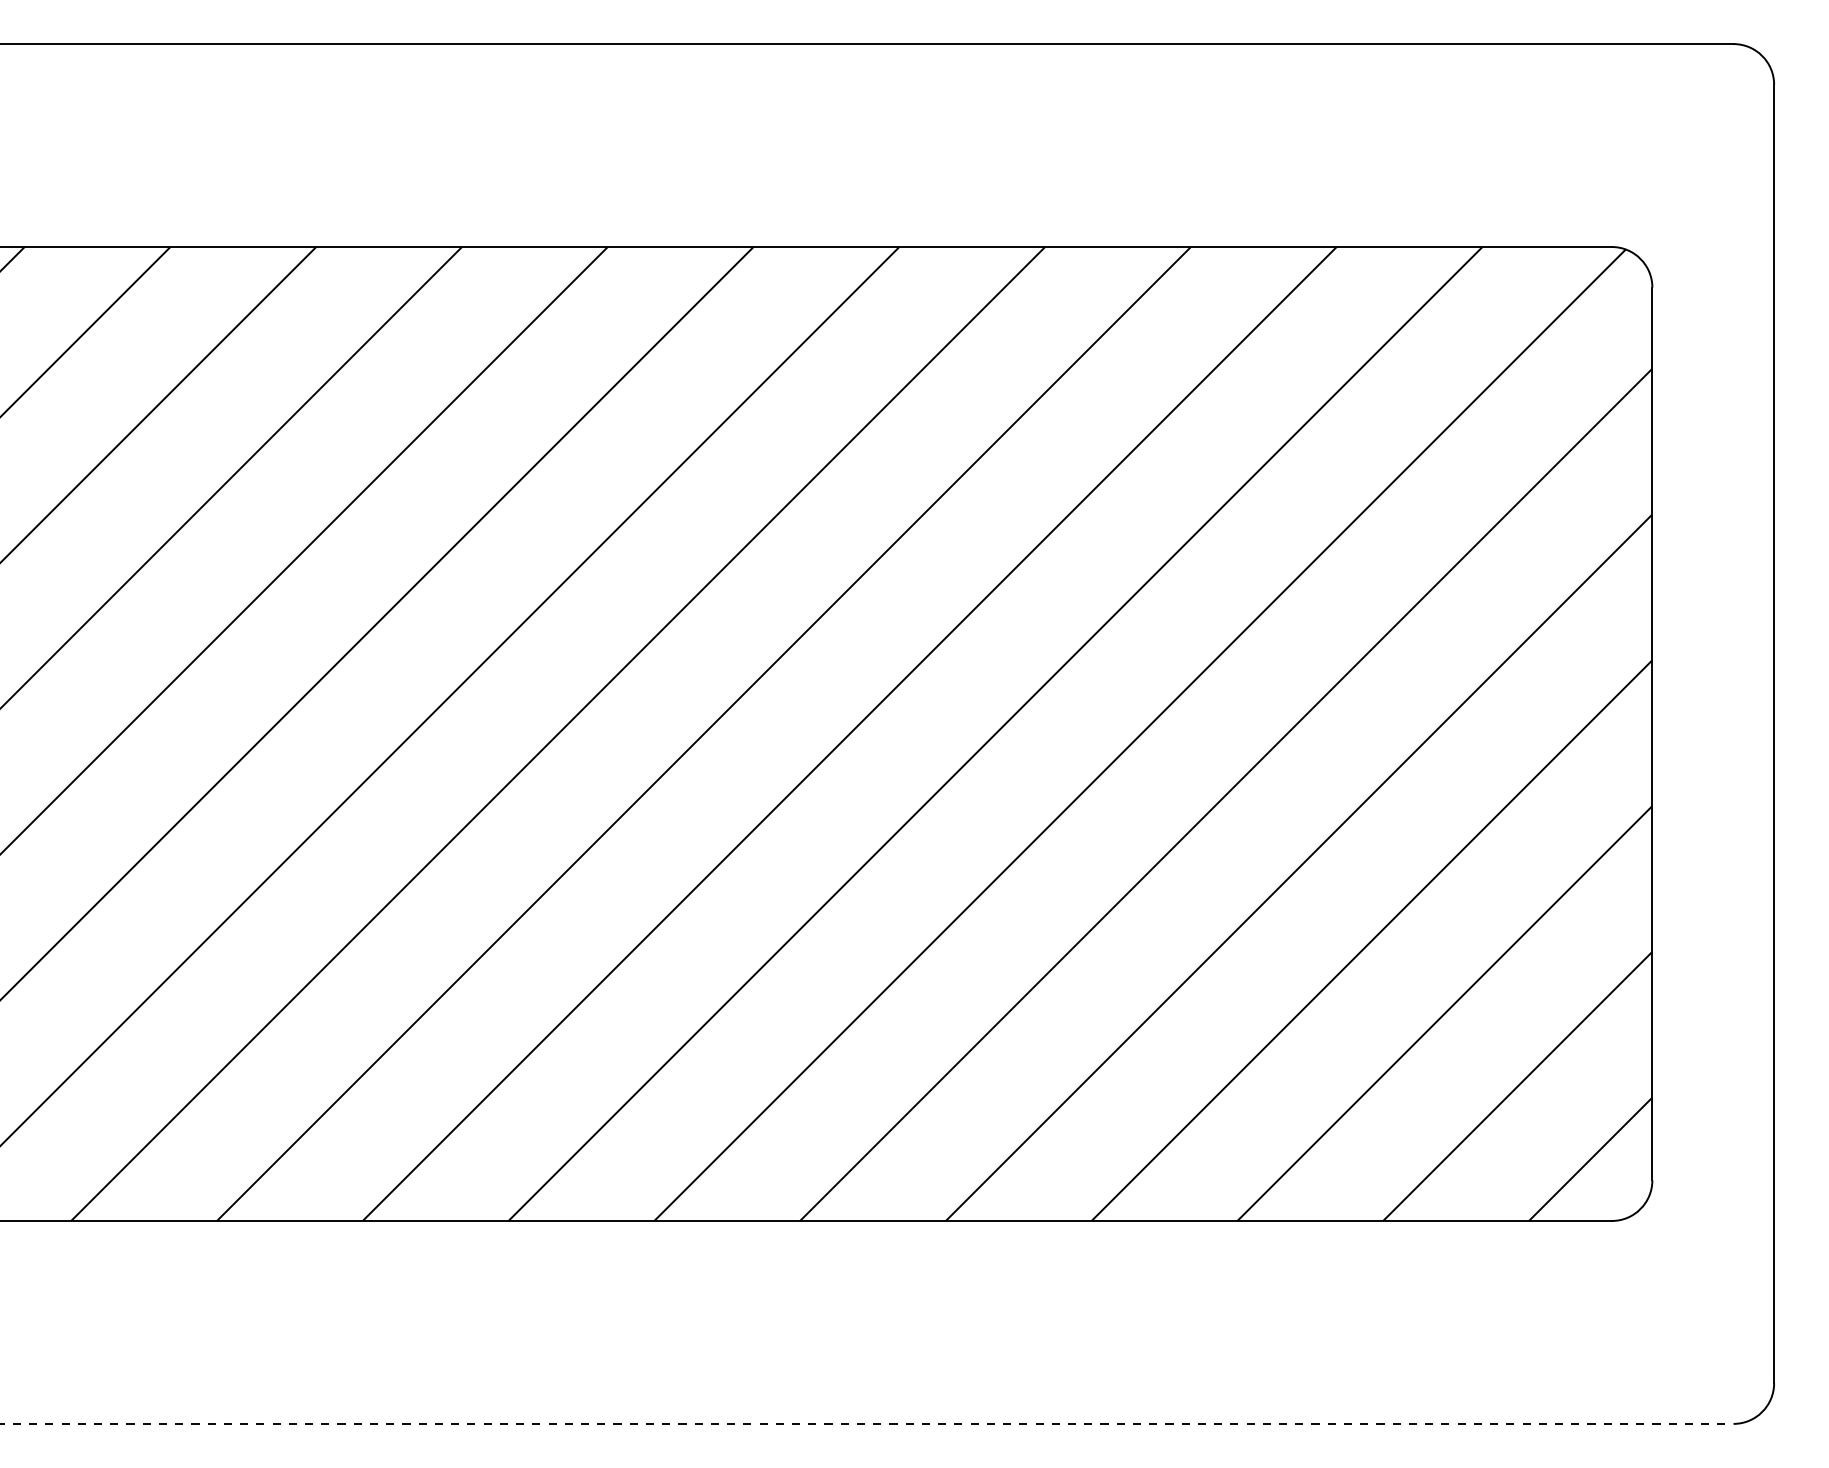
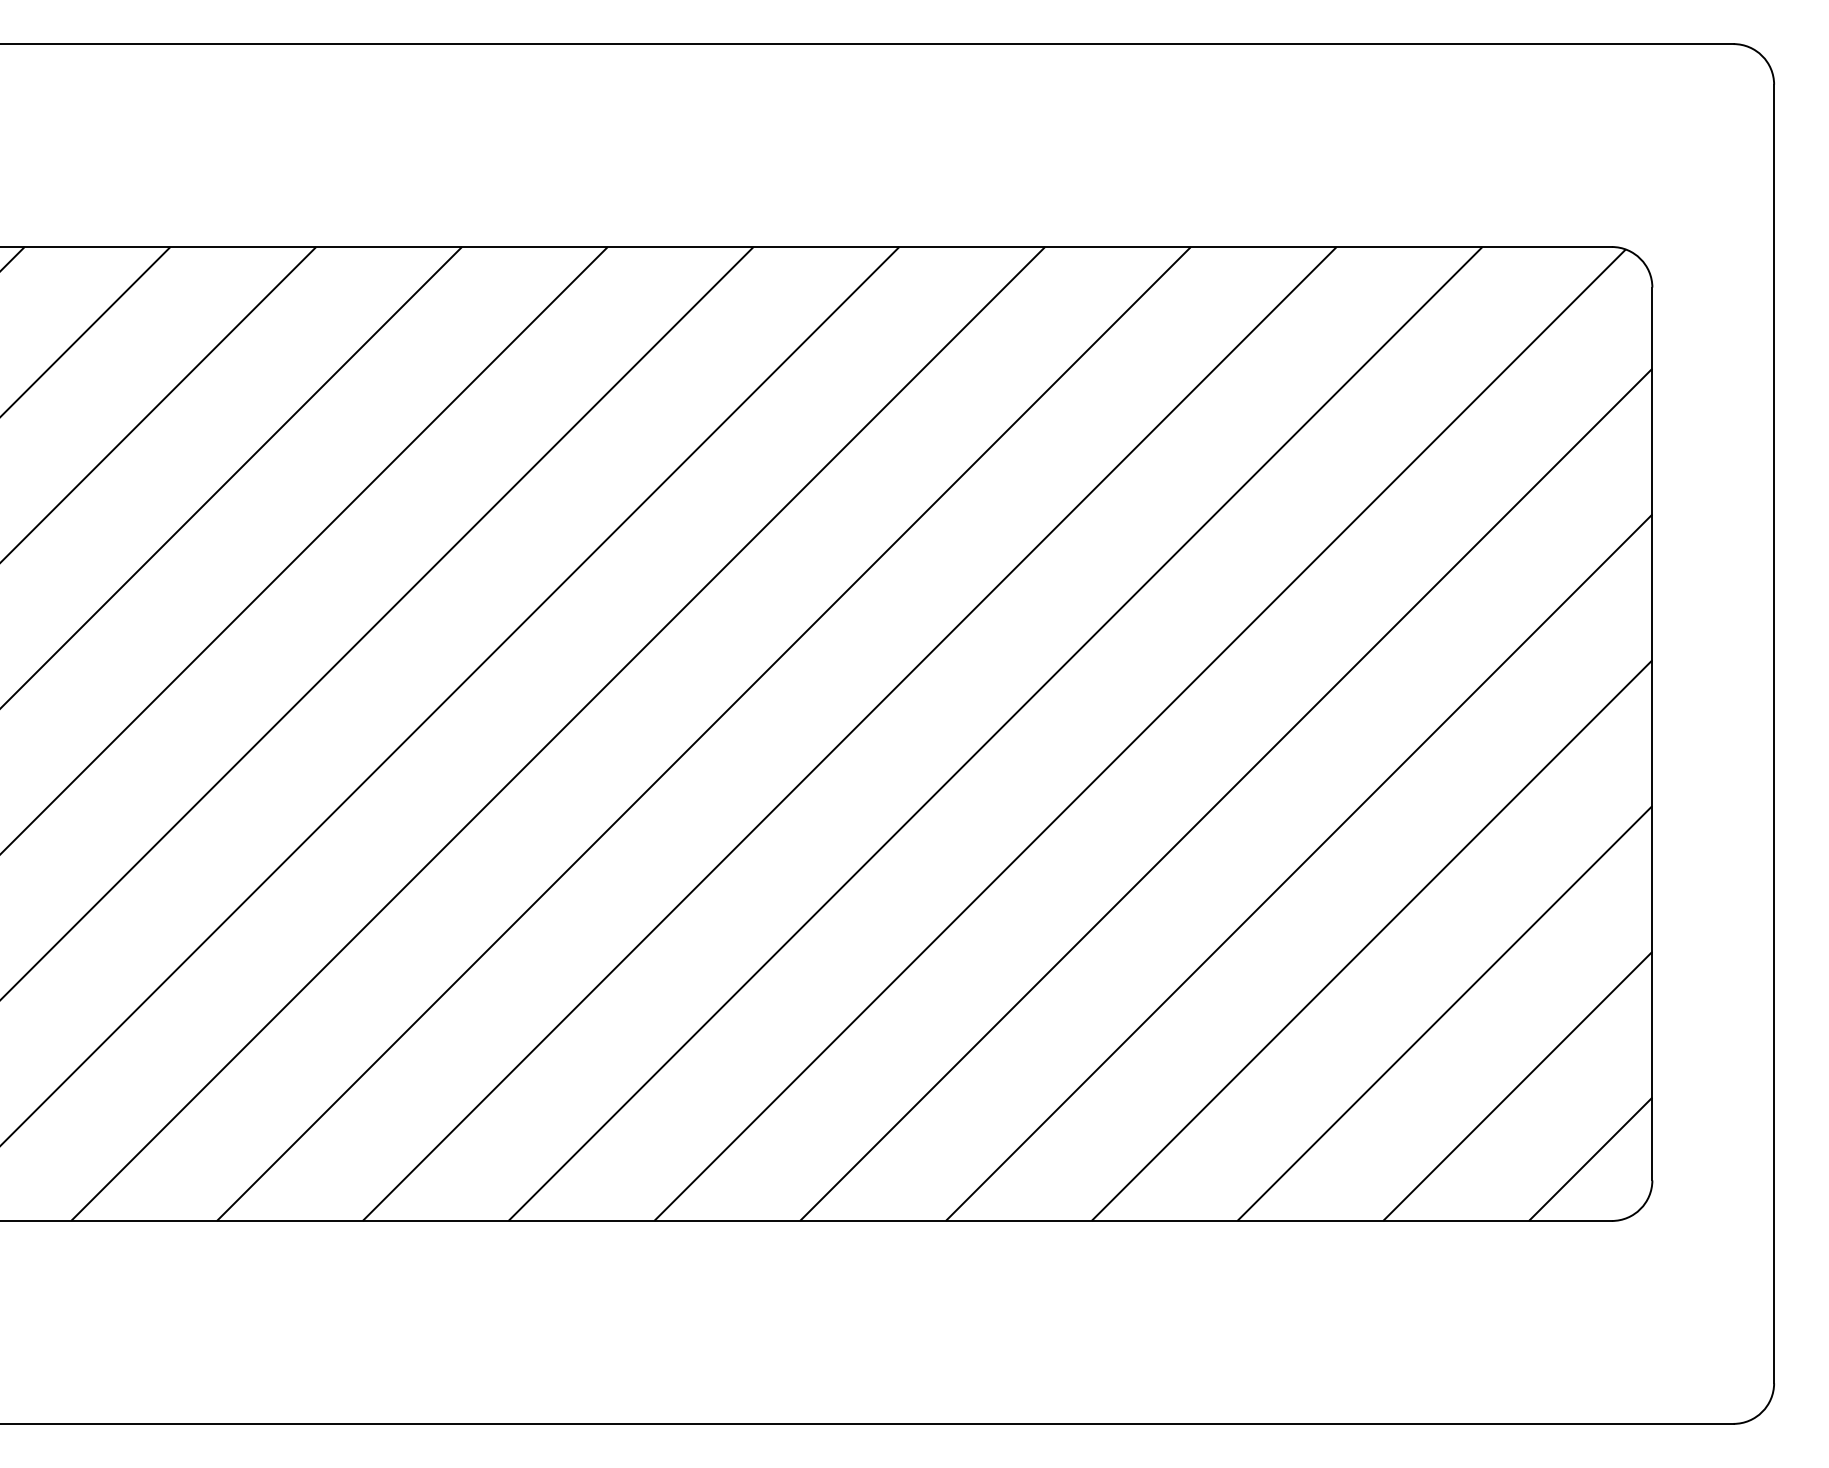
line at (867, 1423): dashed -> solid
